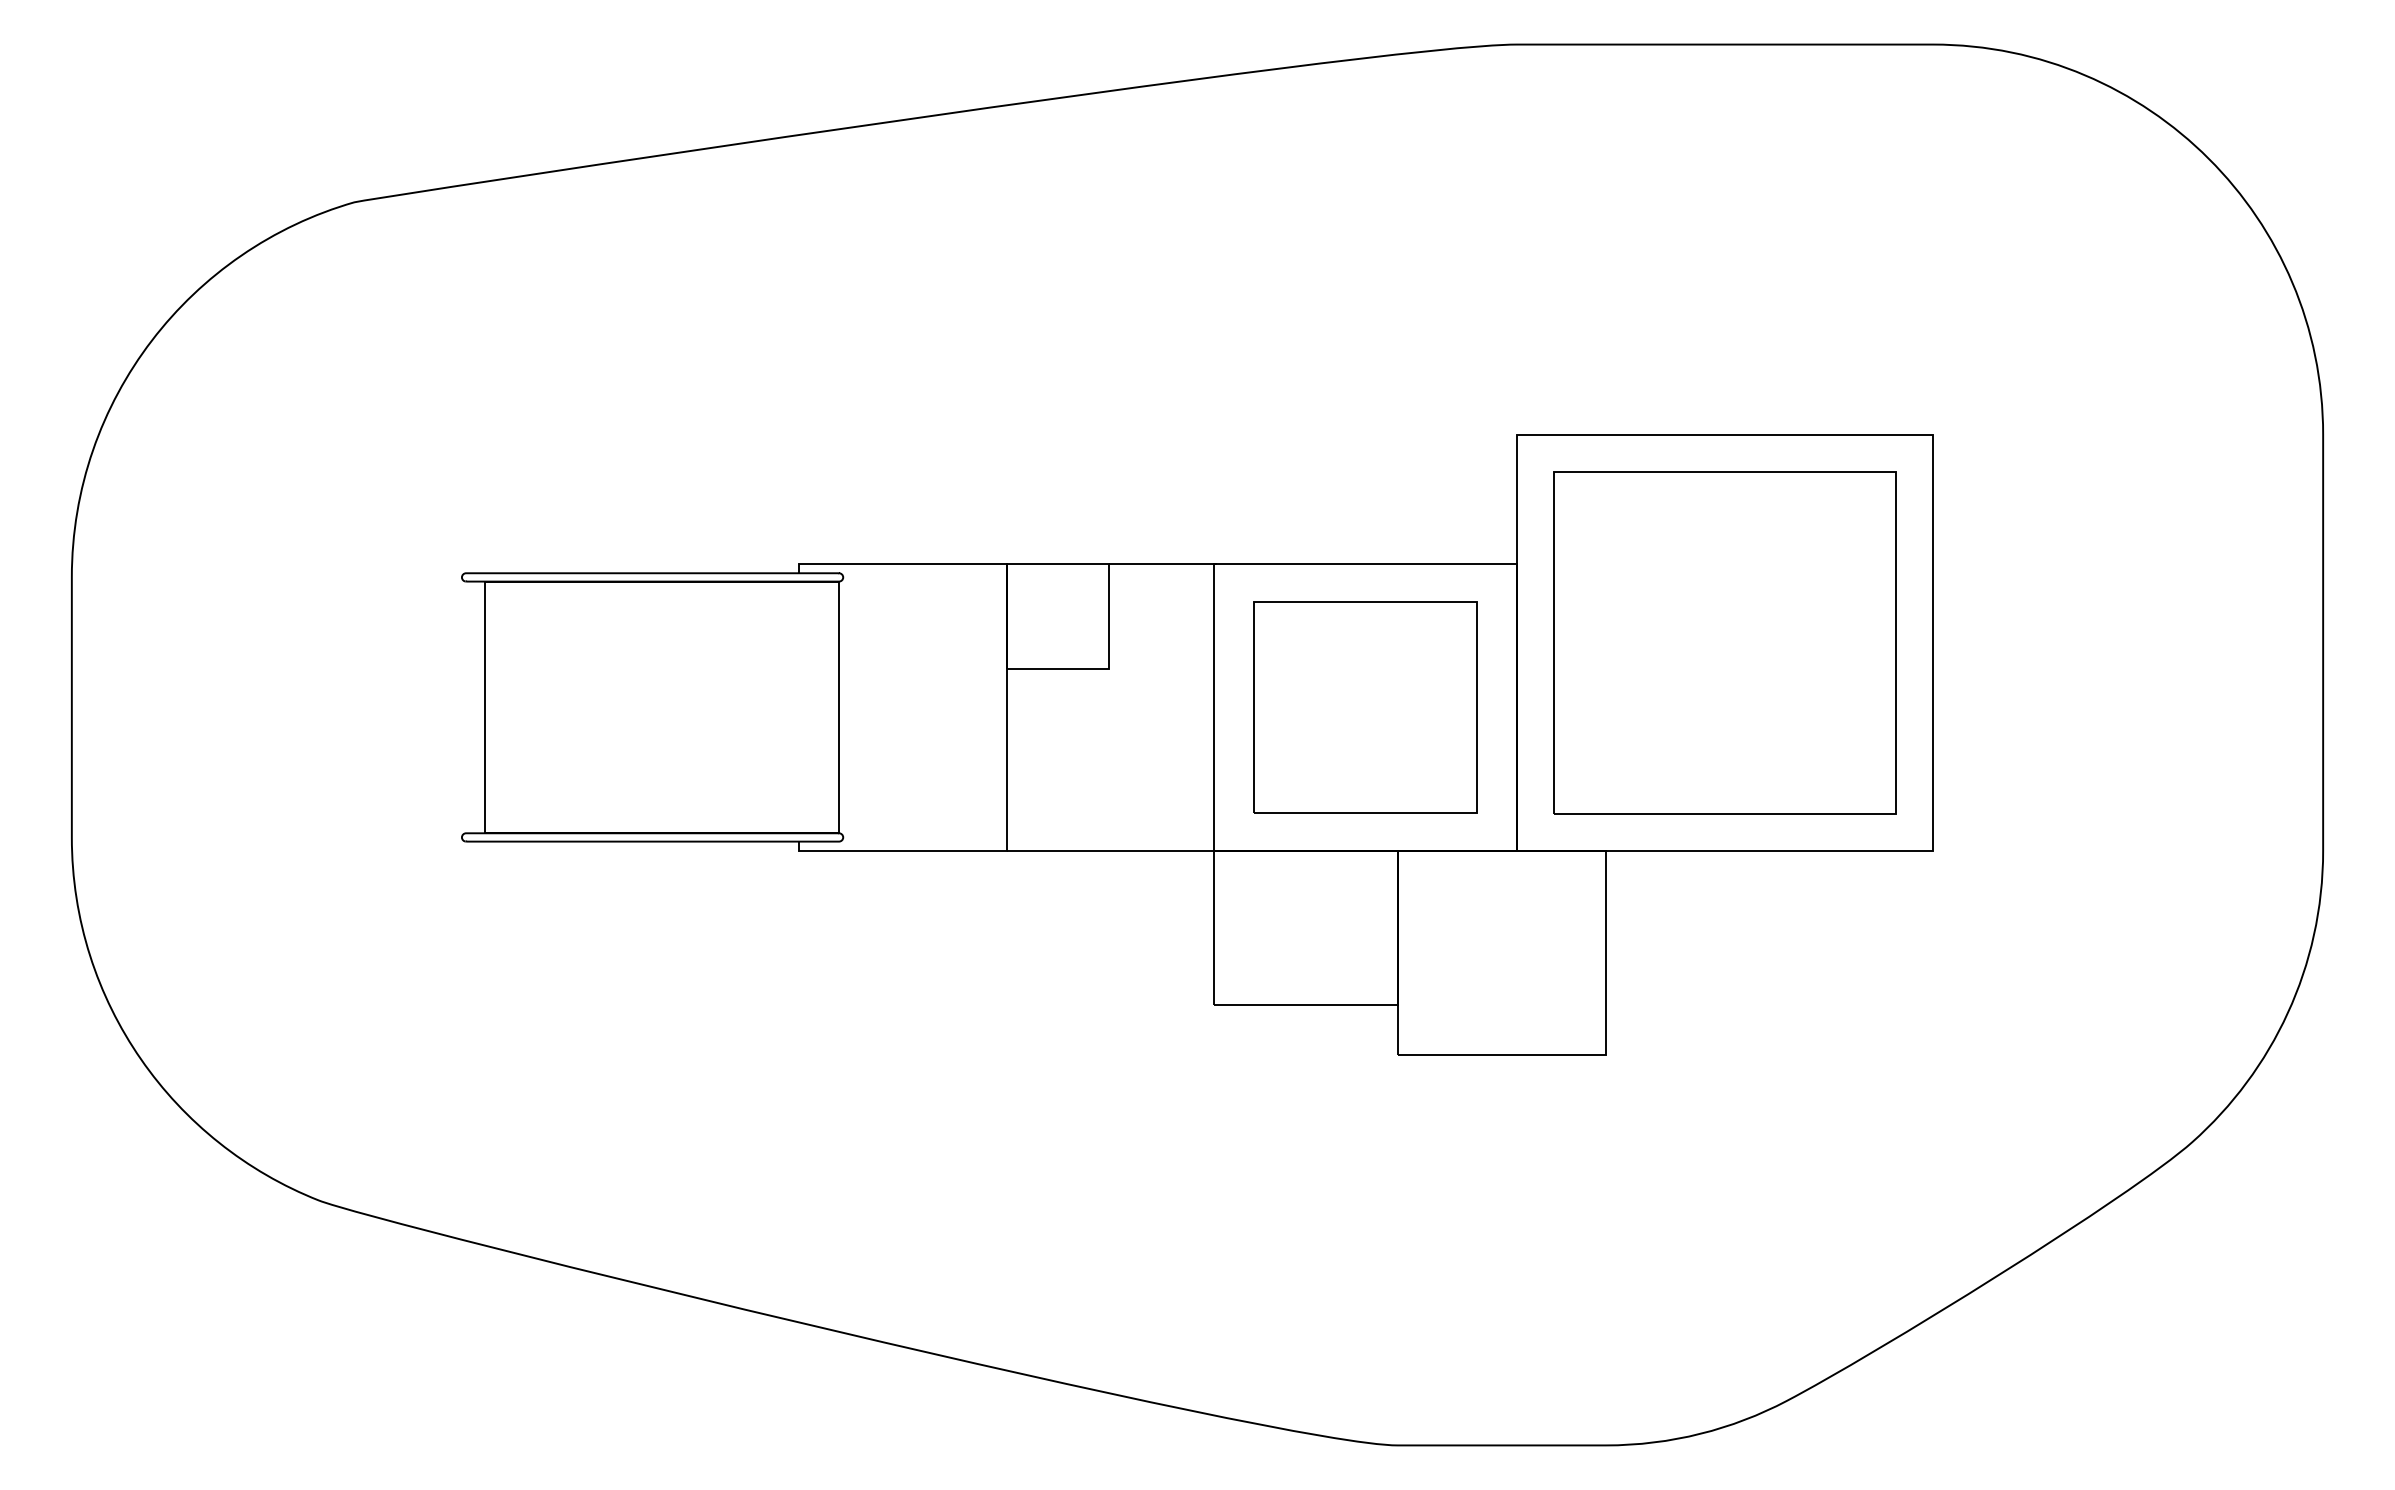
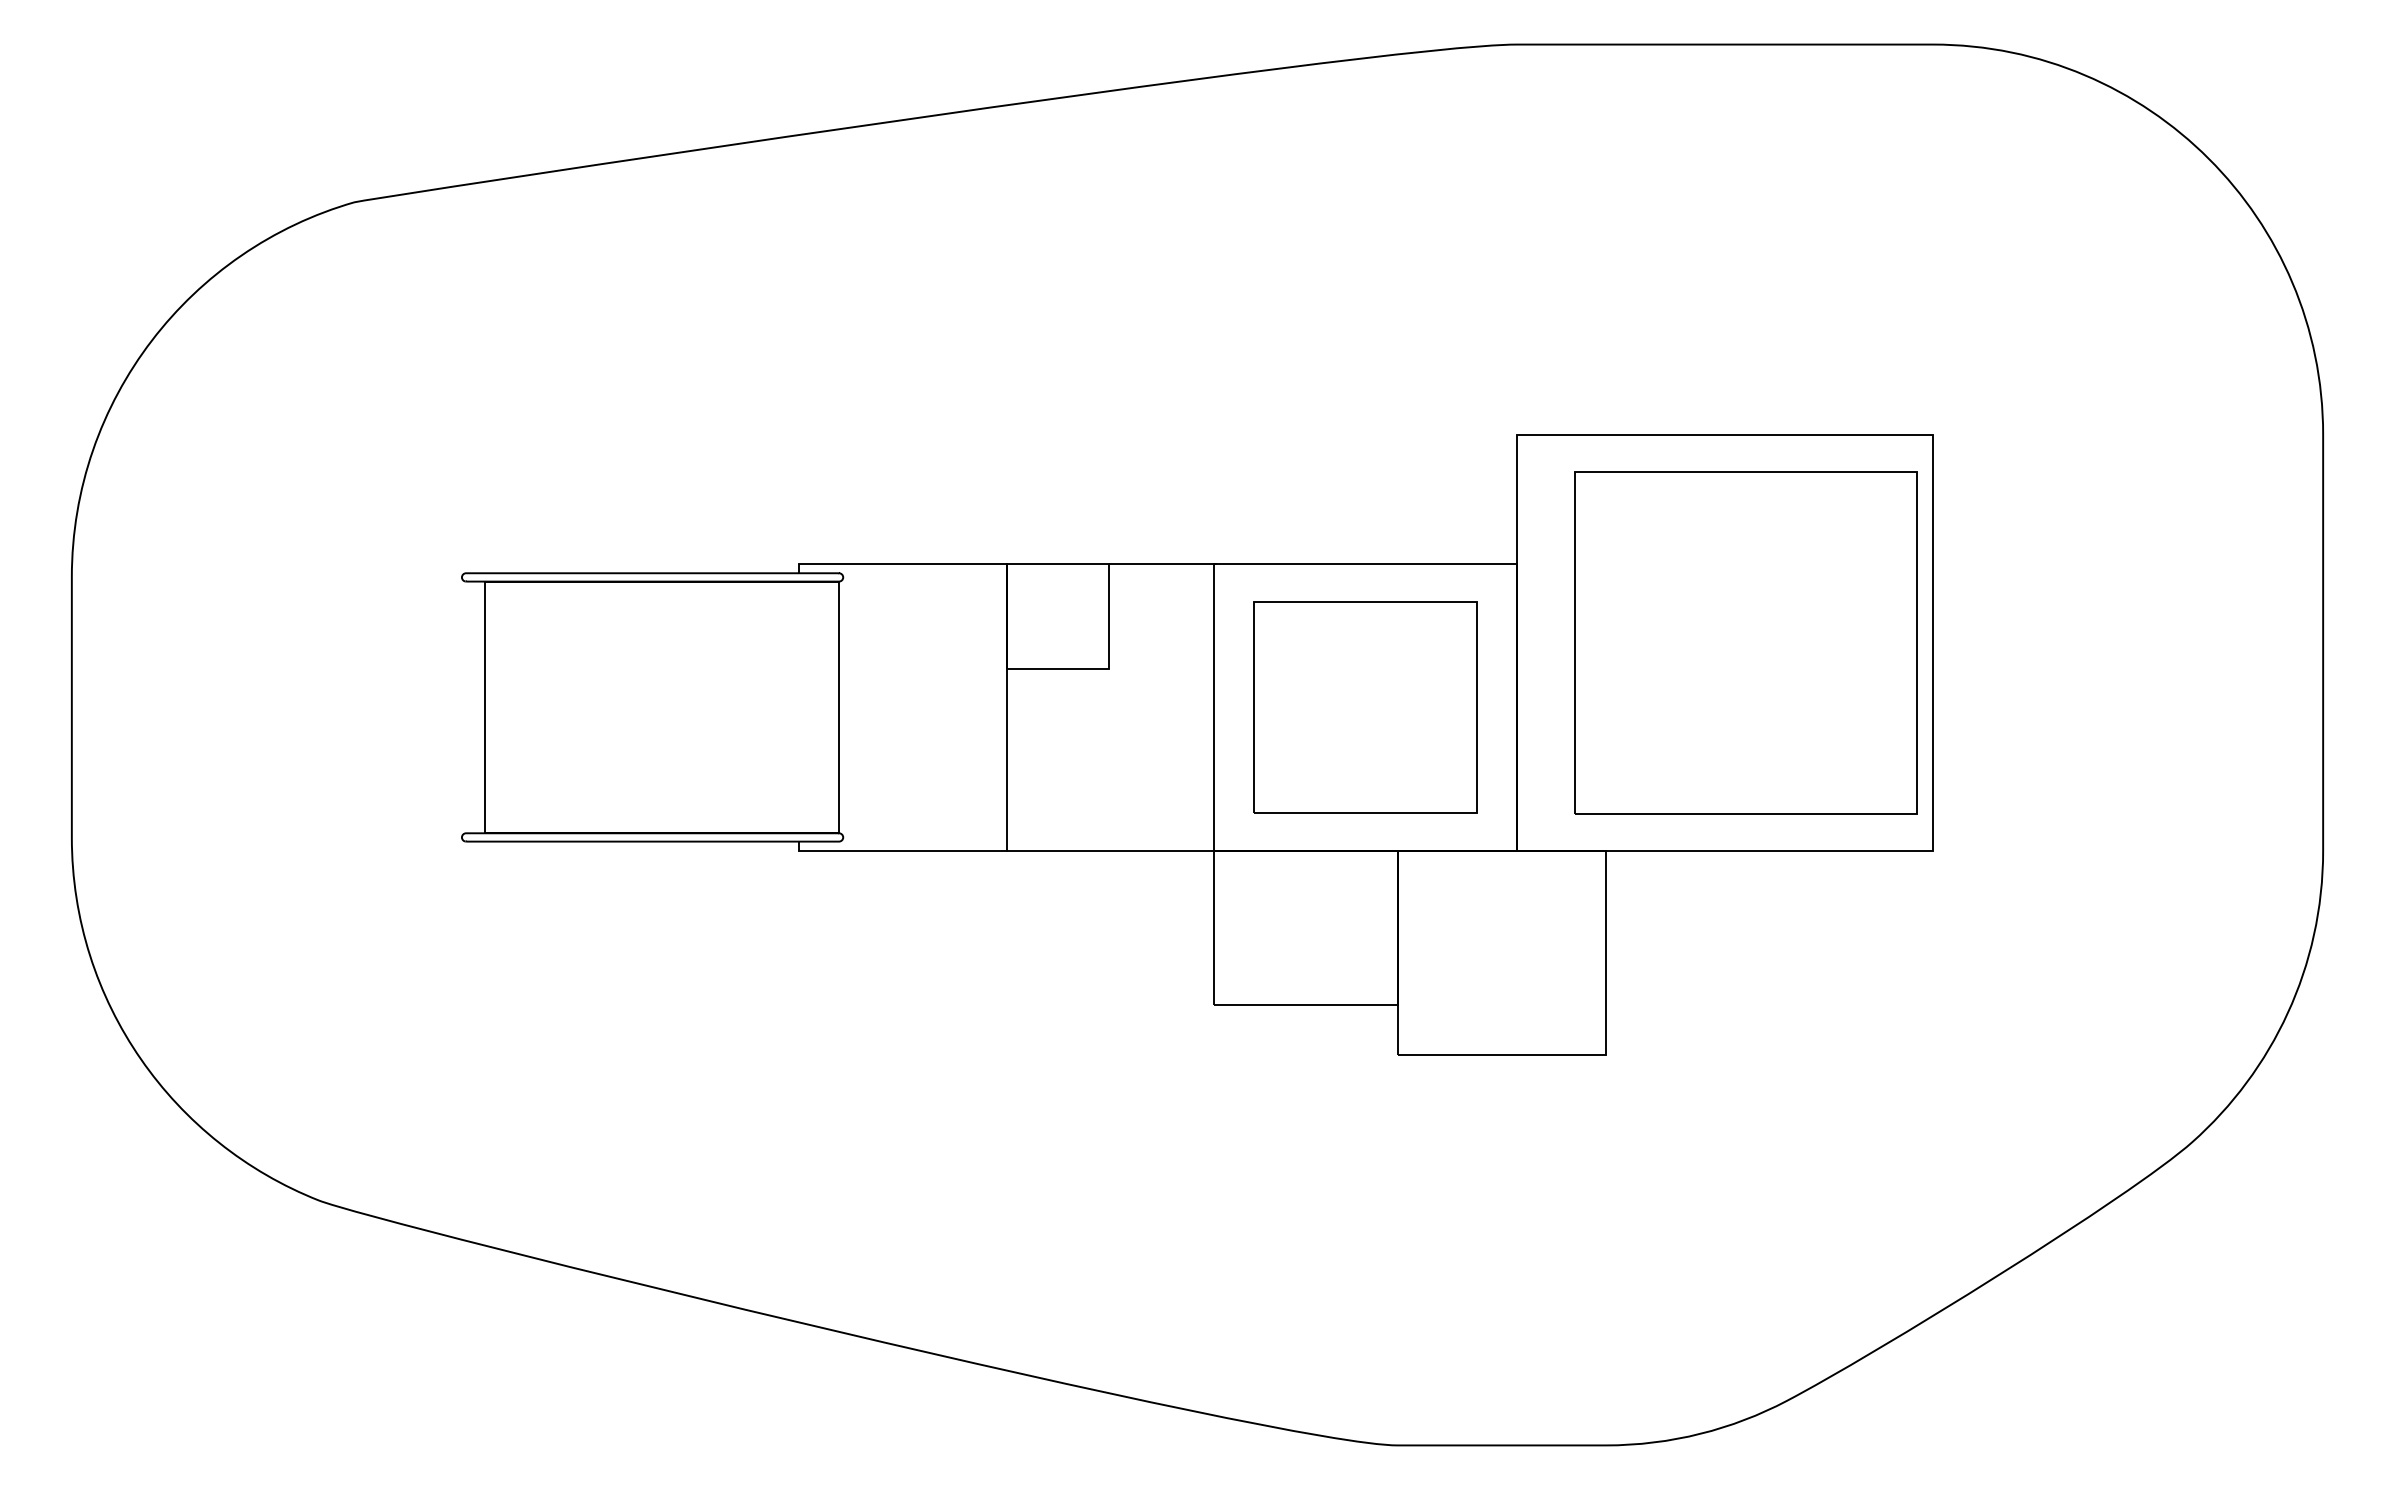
part at (1724, 642) position: (1724, 642) -> (1745, 642)
